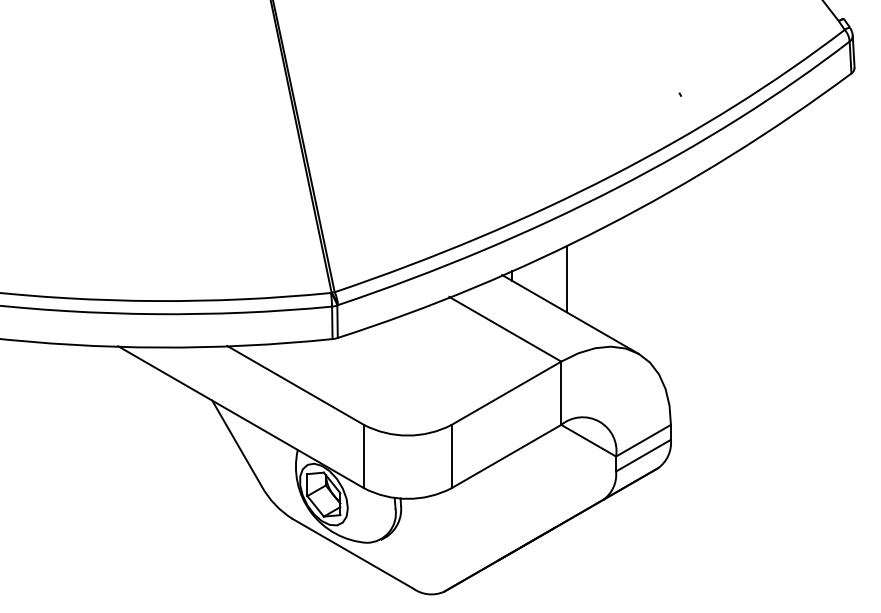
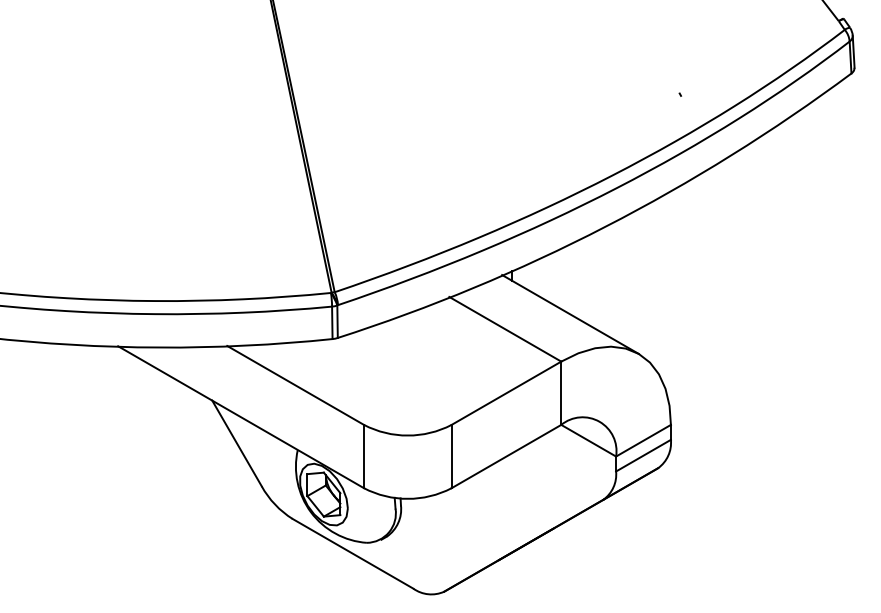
line at (566, 278): present -> none
